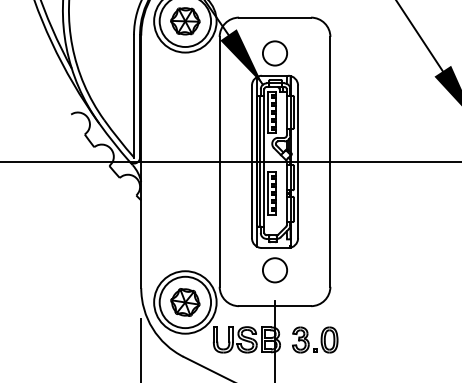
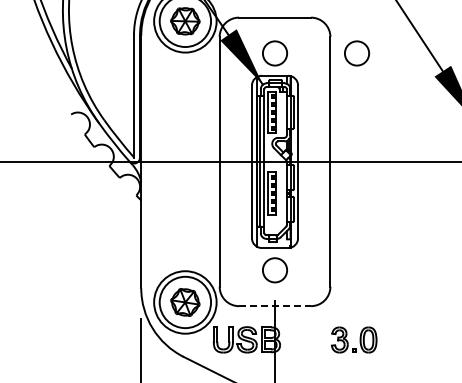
circle at (356, 53): none -> present
line at (275, 306): solid -> dashed
part at (315, 339) position: (315, 339) -> (354, 339)
